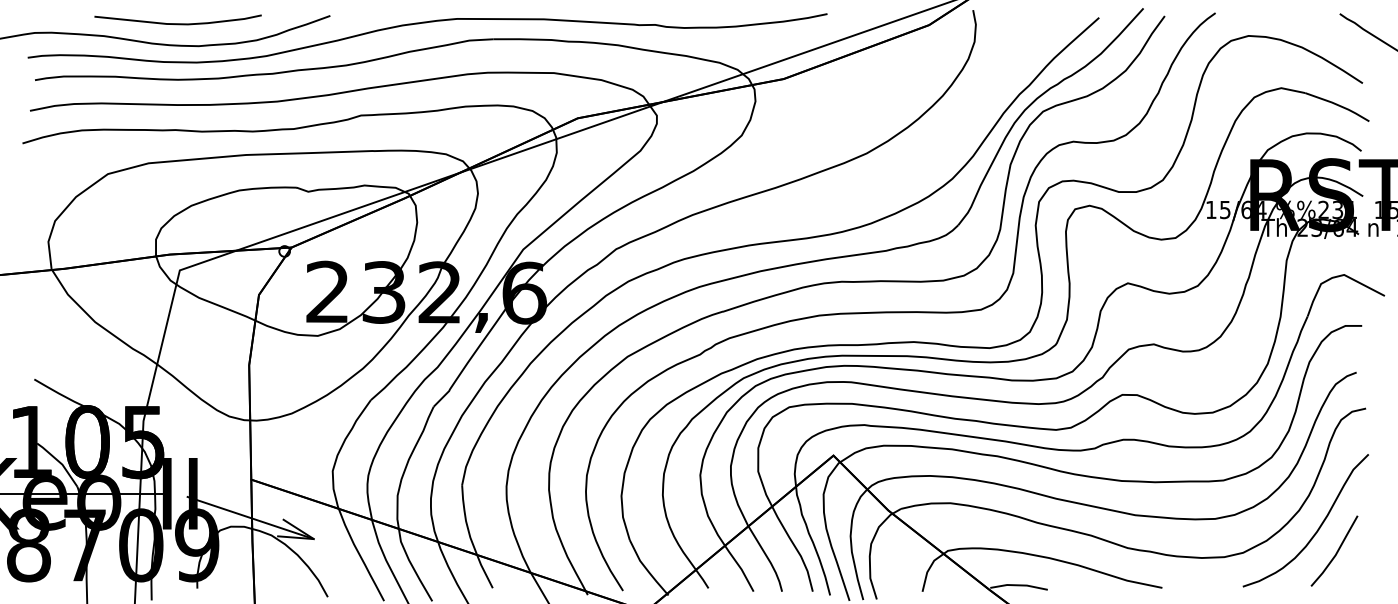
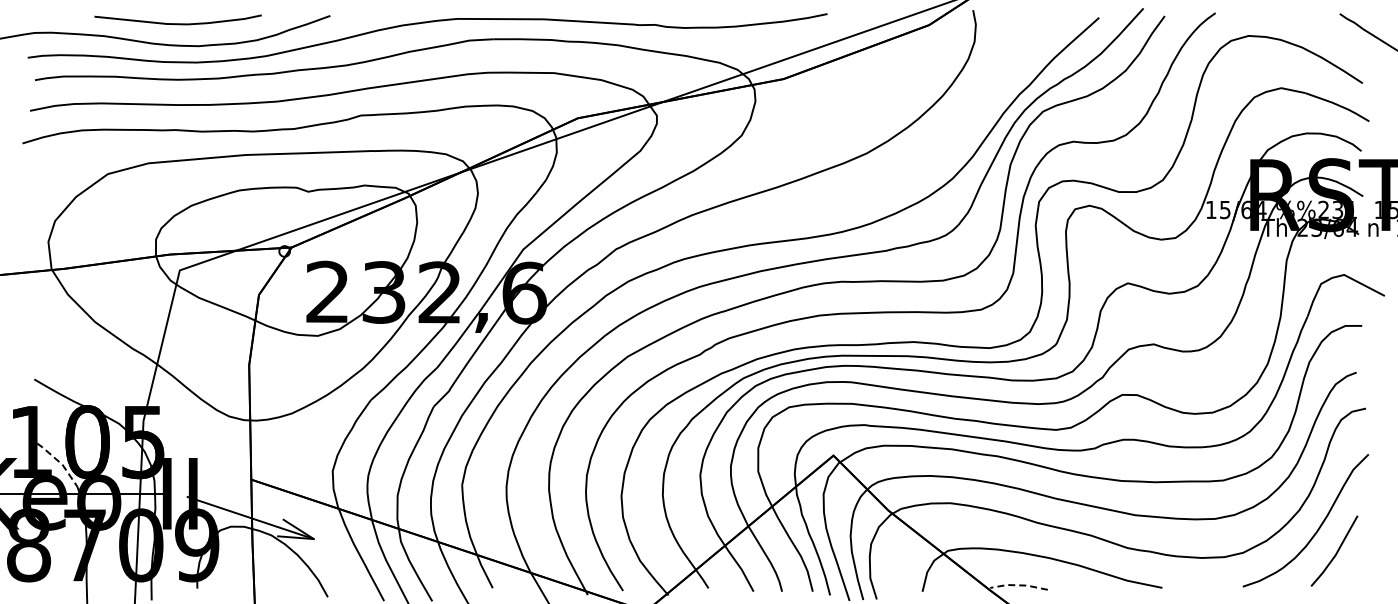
line at (60, 462): solid -> dashed
line at (1019, 585): solid -> dashed
